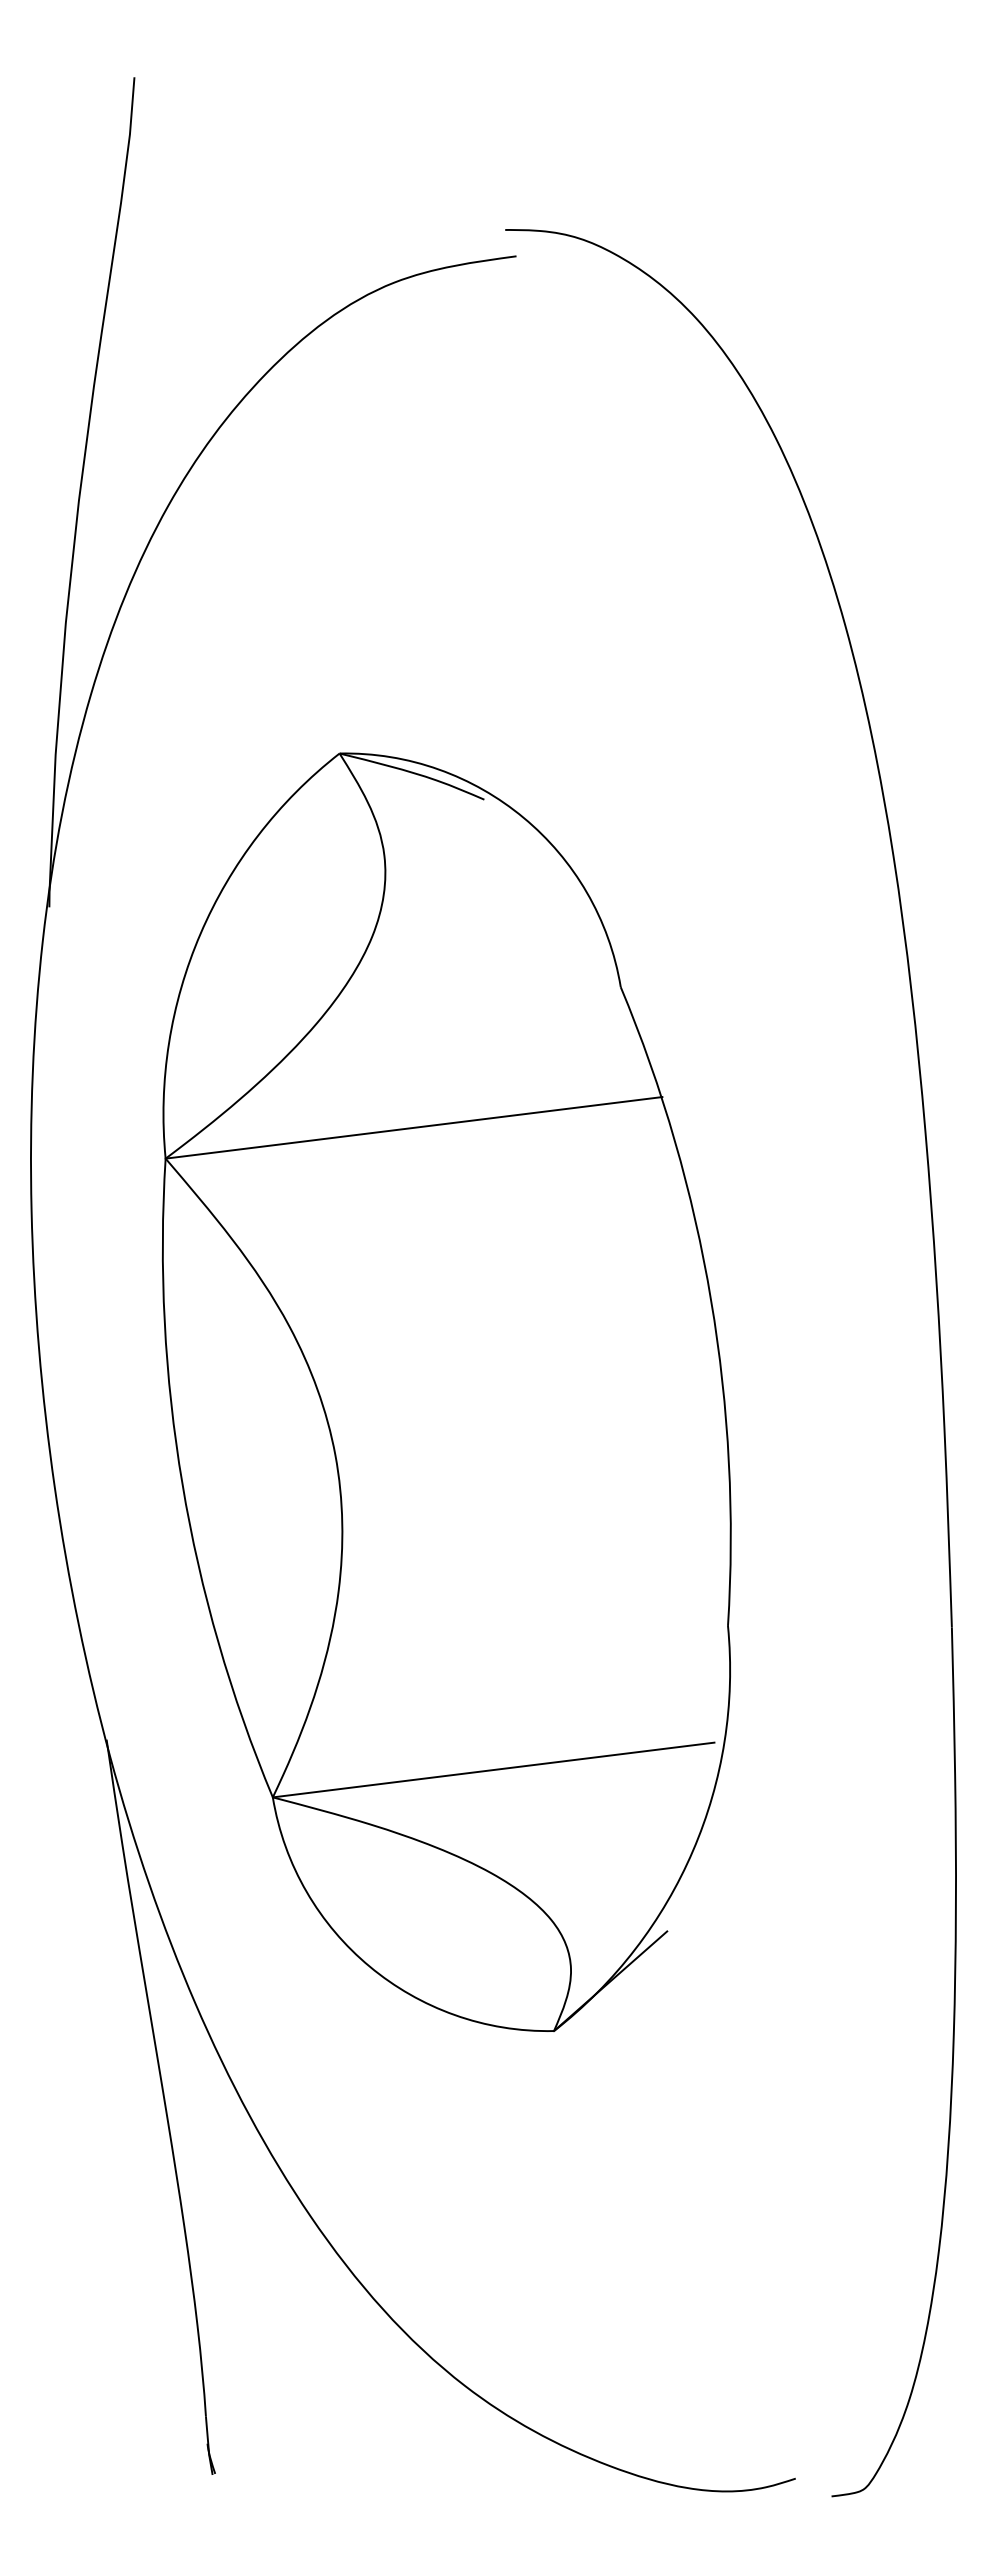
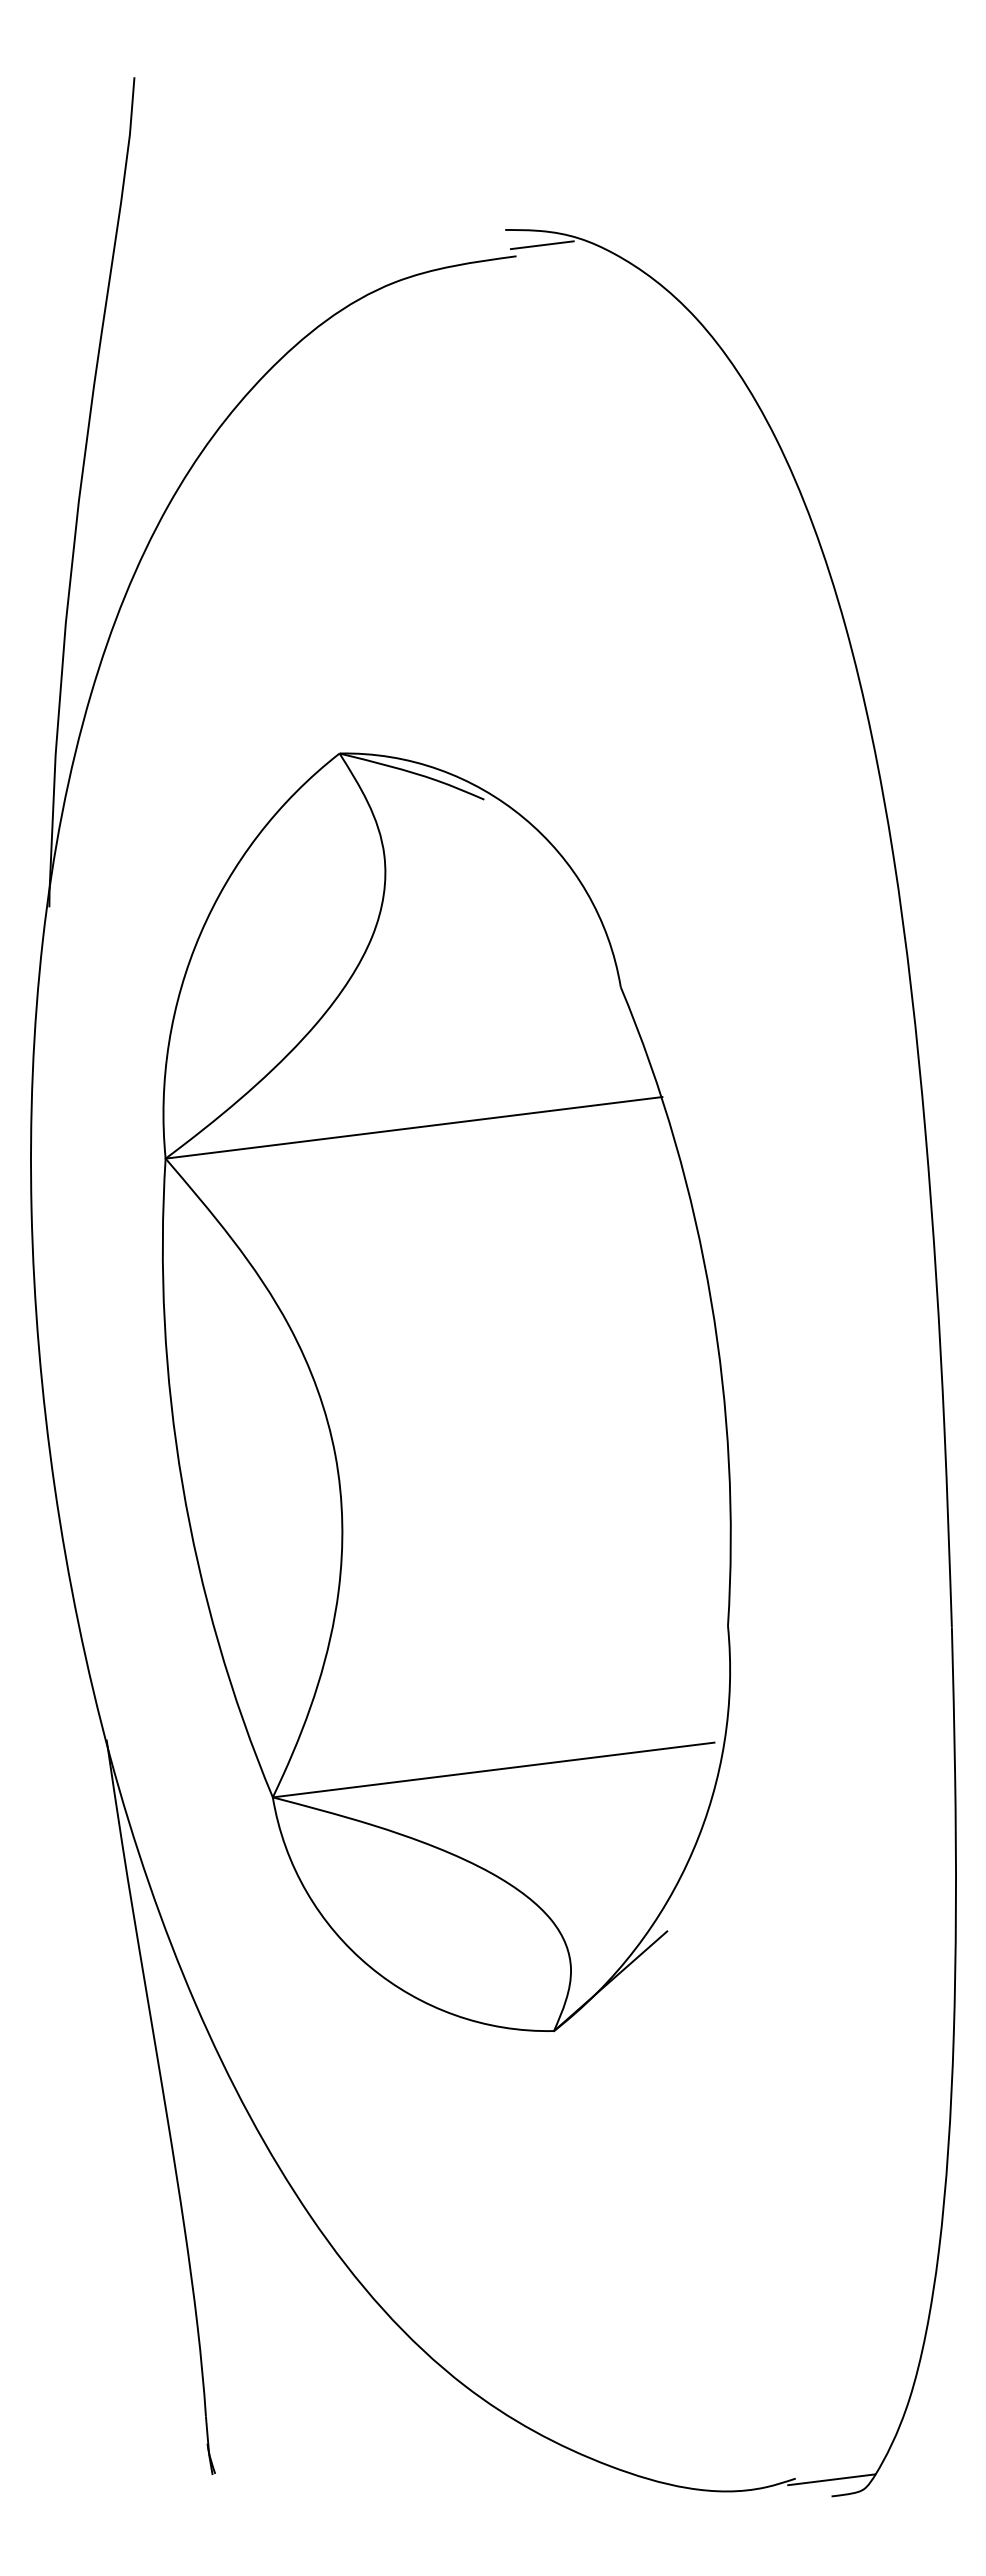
line at (541, 245): none -> present
line at (831, 2479): none -> present
